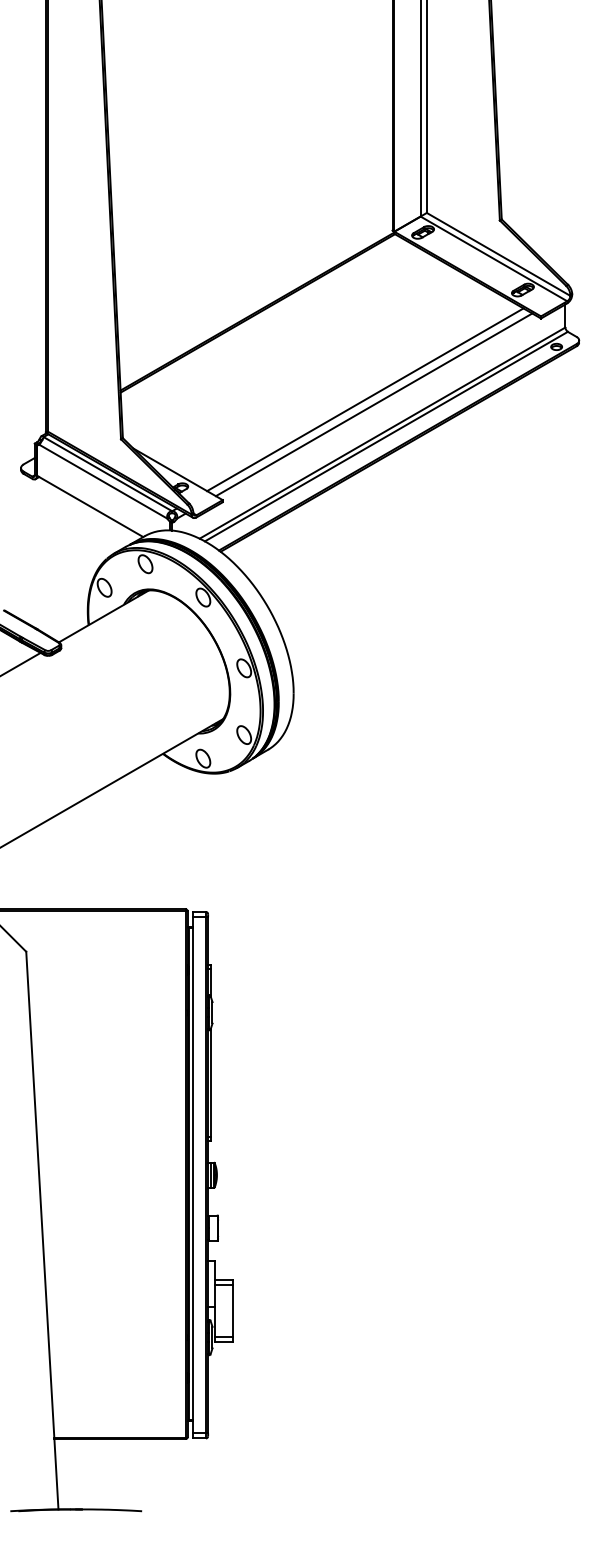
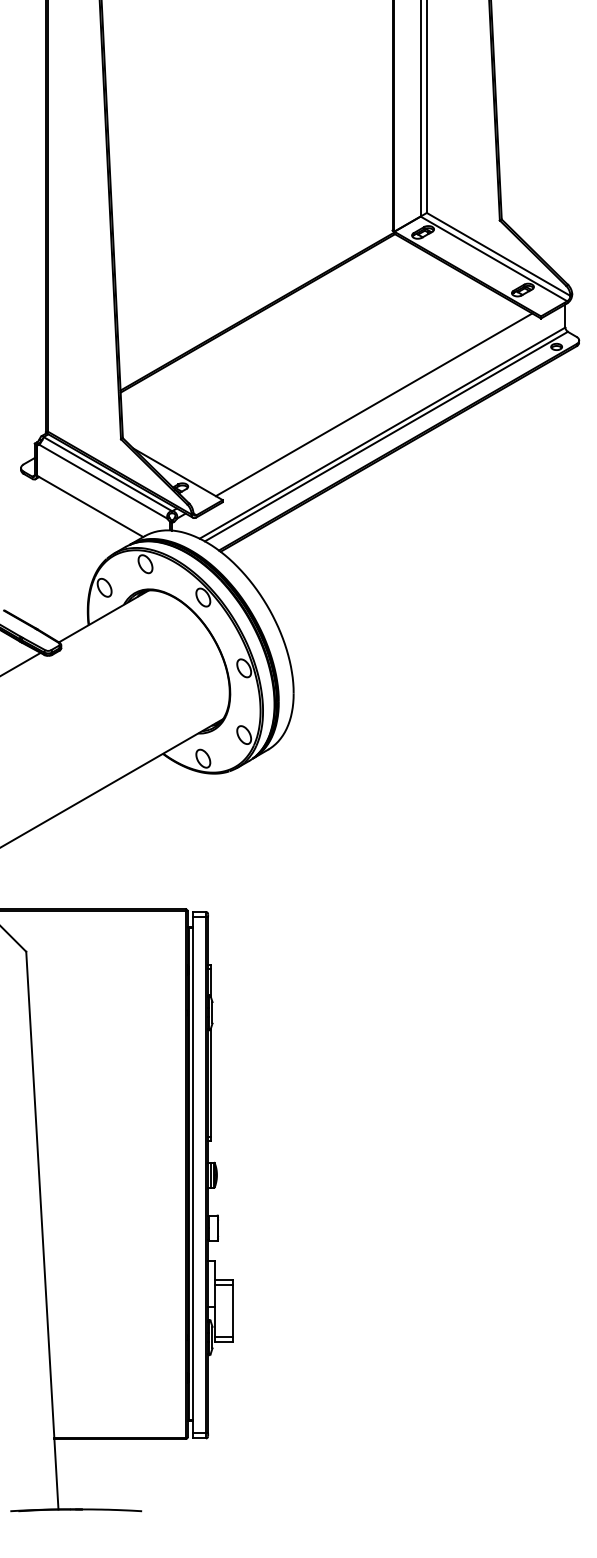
line at (365, 399): present -> none
